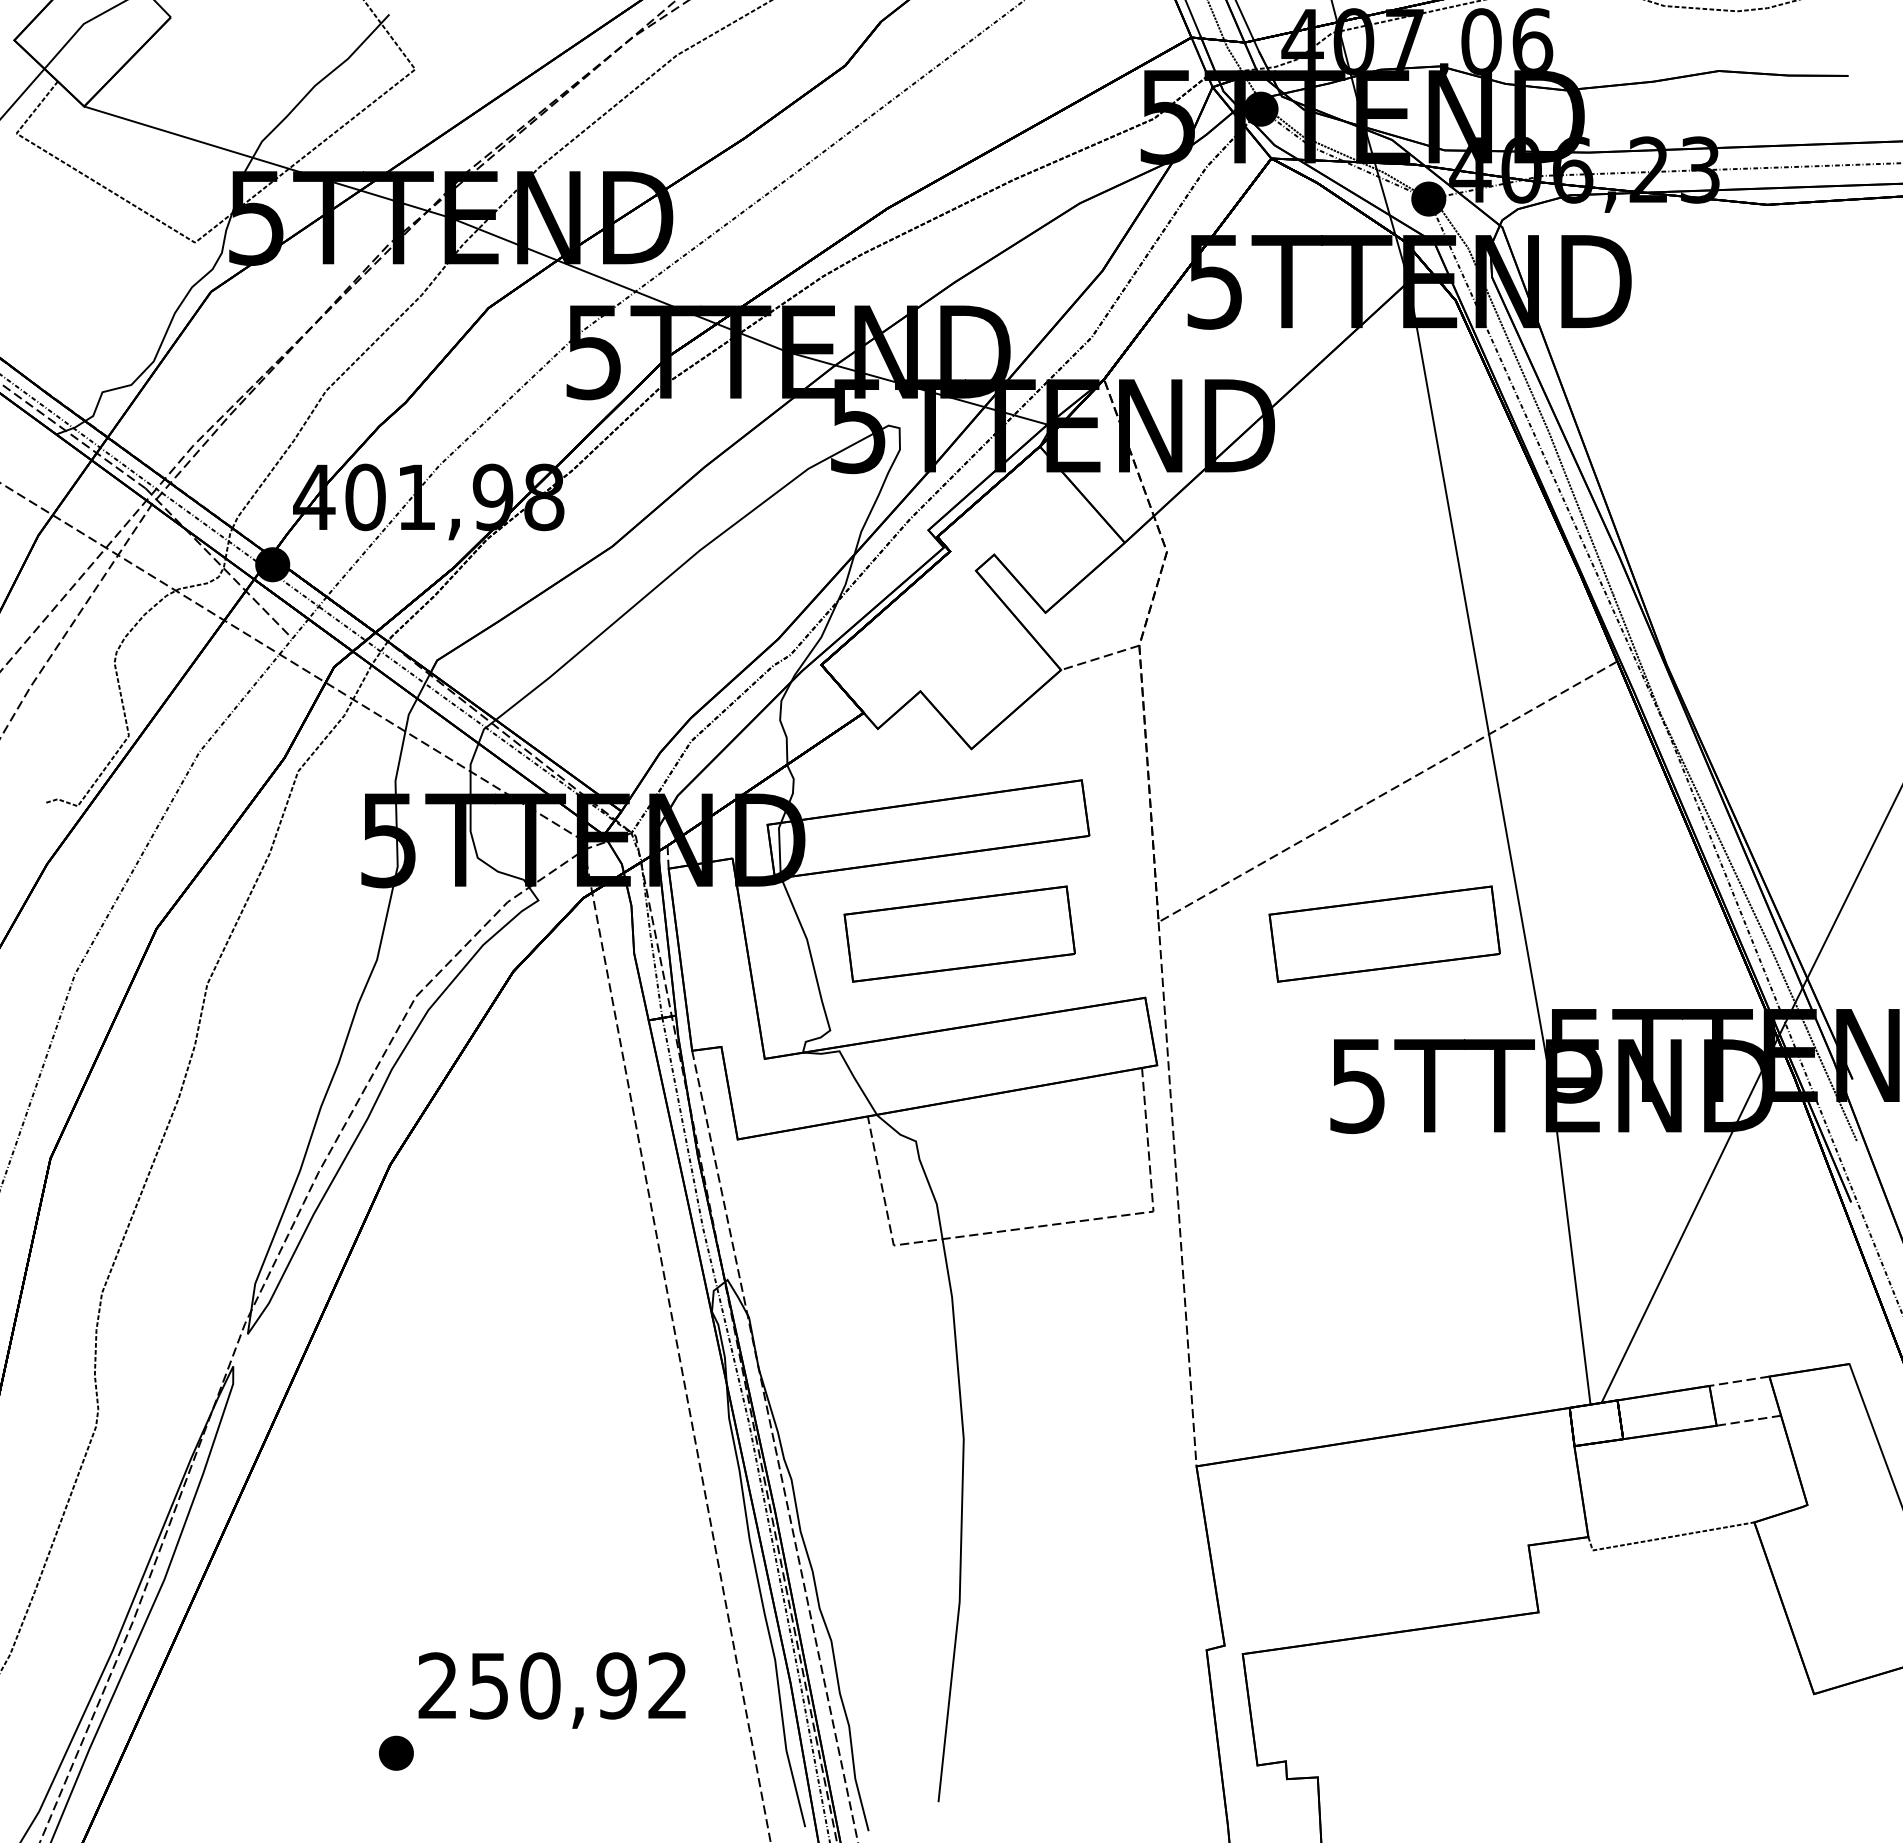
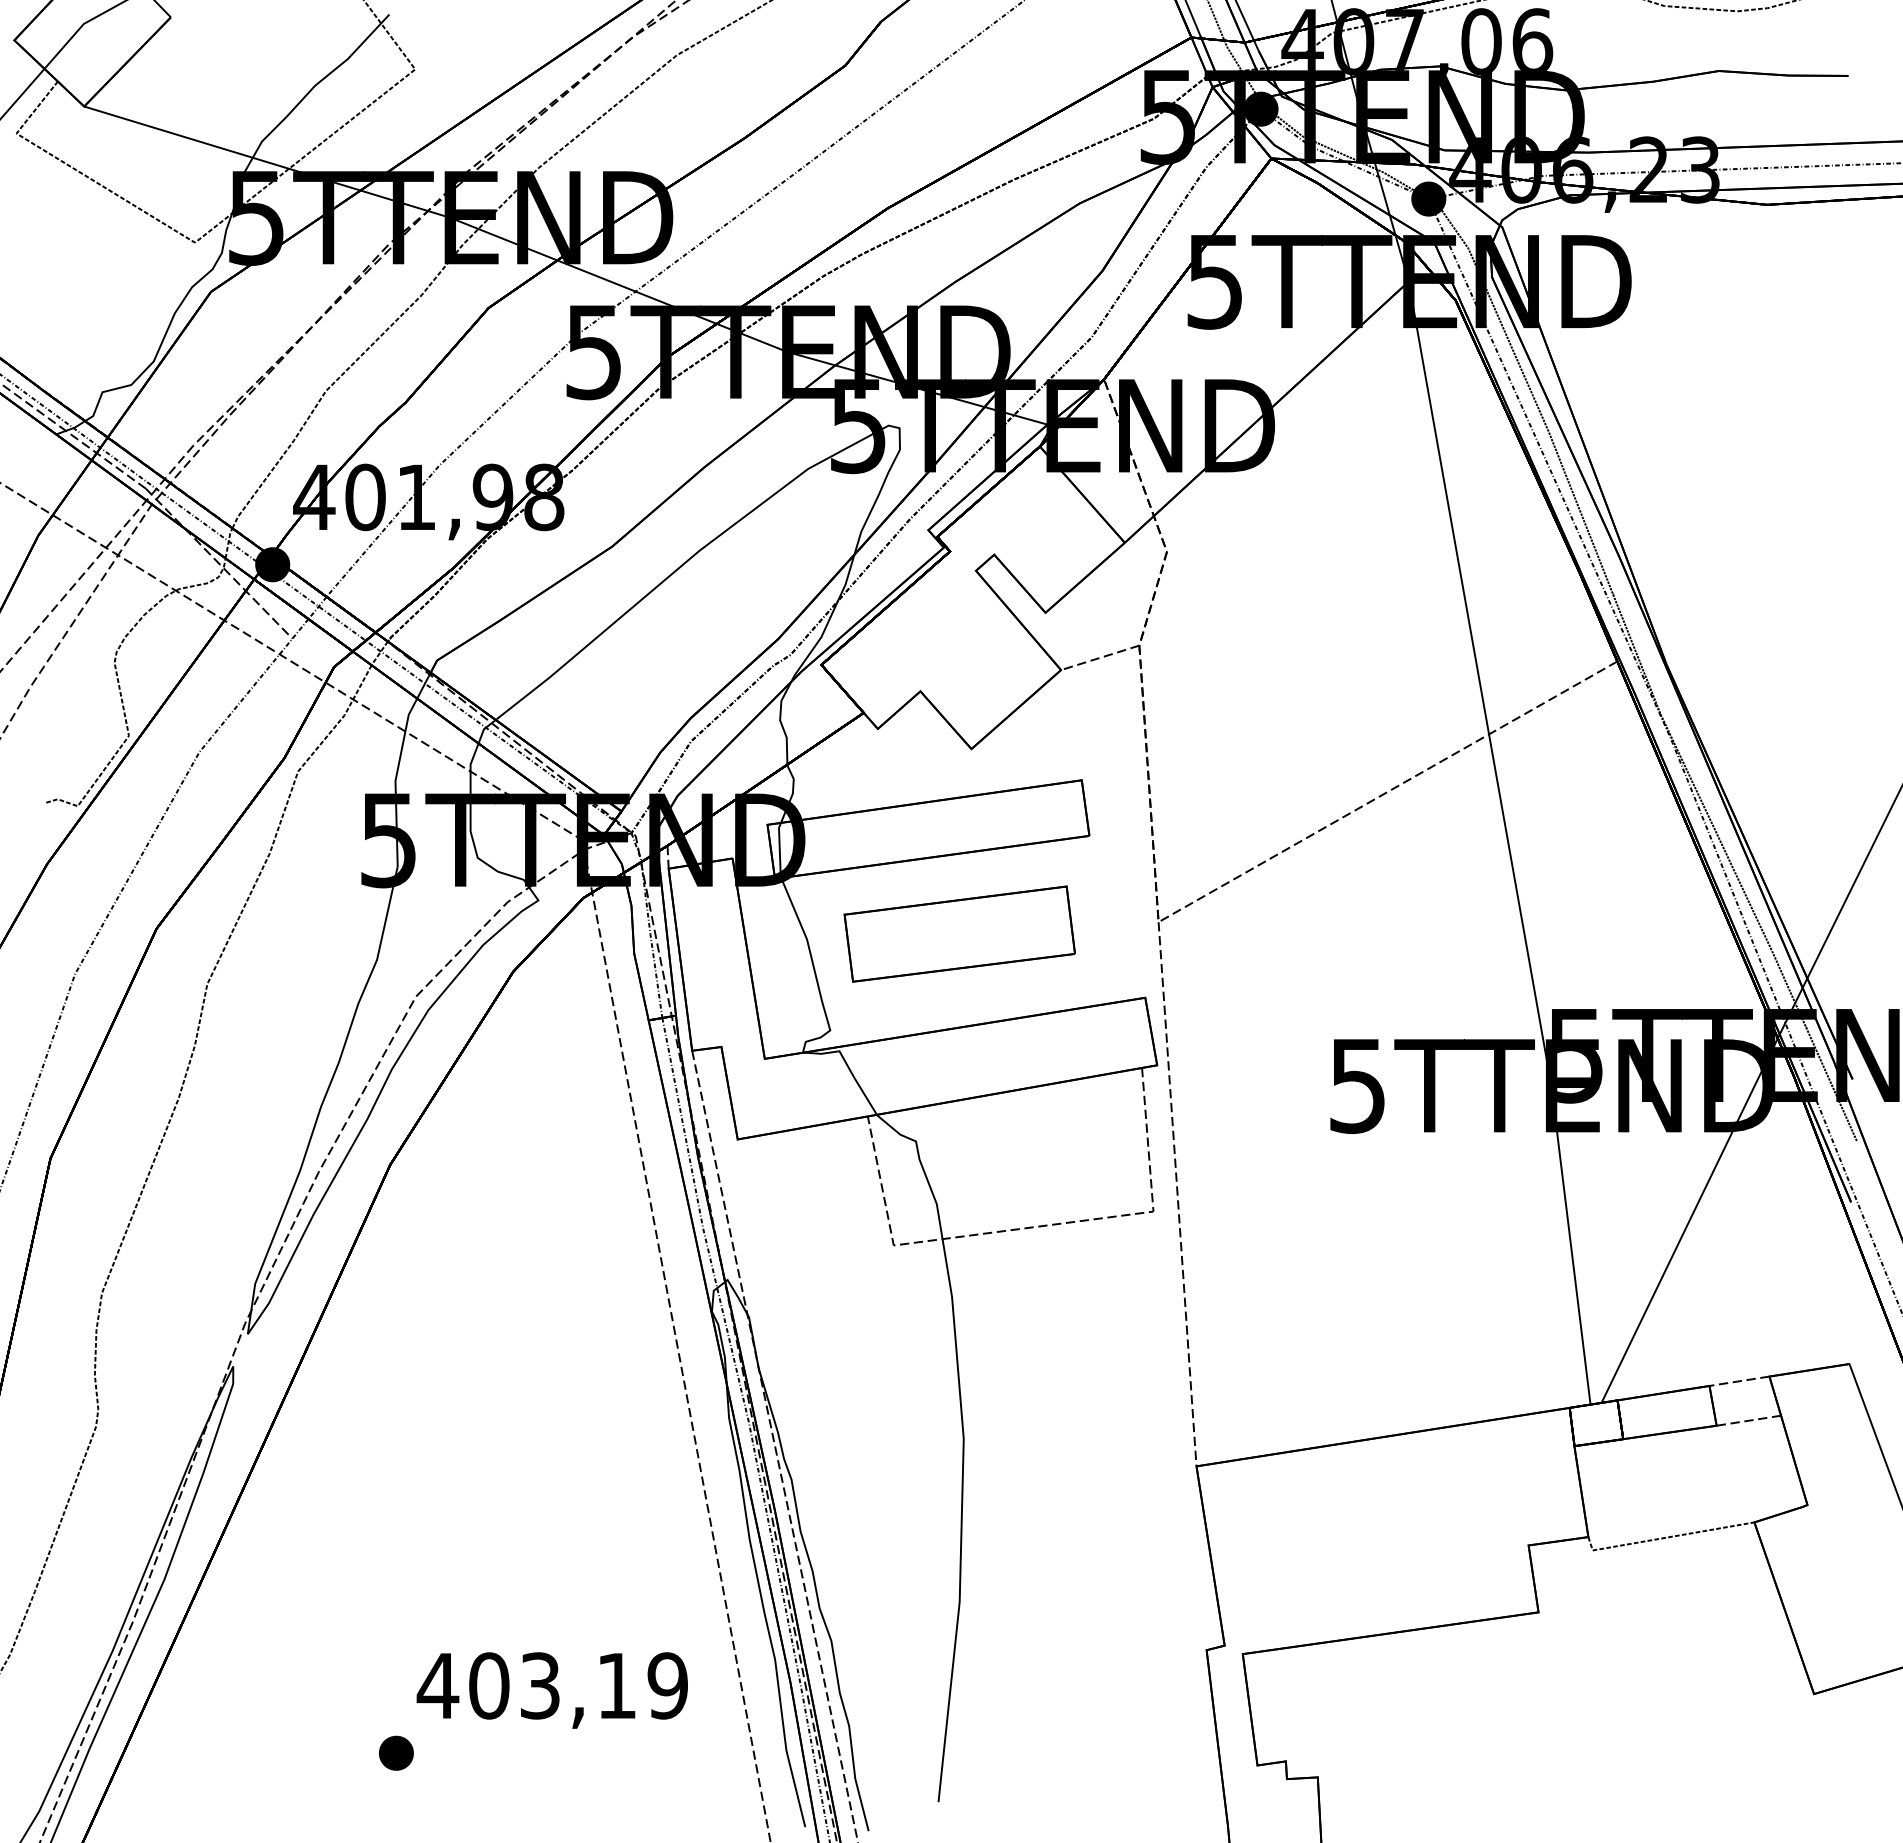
part at (1384, 933): present -> none
text at (551, 1685): 250,92 -> 403,19
